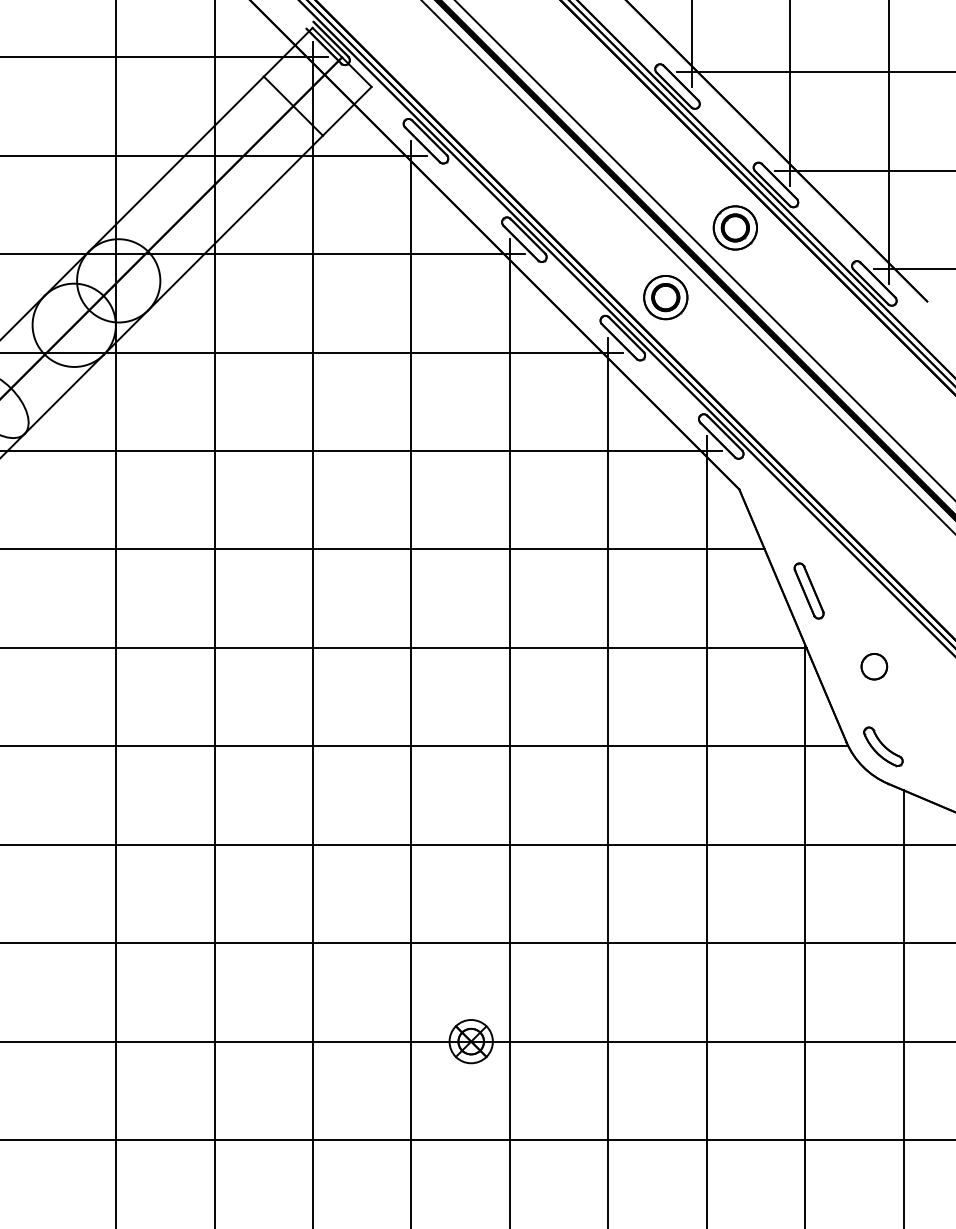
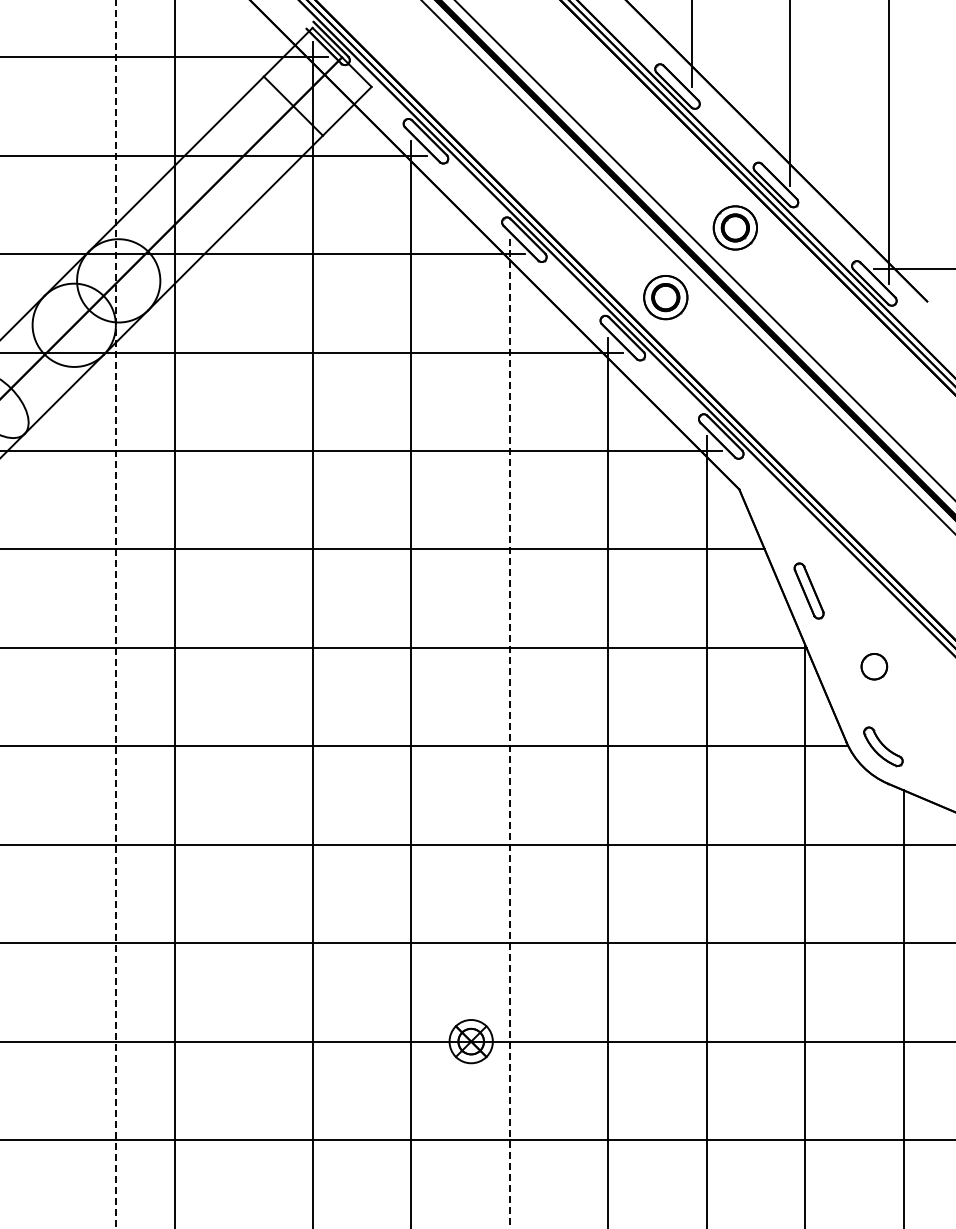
line at (814, 72): present -> none
line at (863, 170): present -> none
line at (214, 613) position: (214, 613) -> (174, 613)
line at (116, 614): solid -> dashed
line at (509, 733): solid -> dashed
